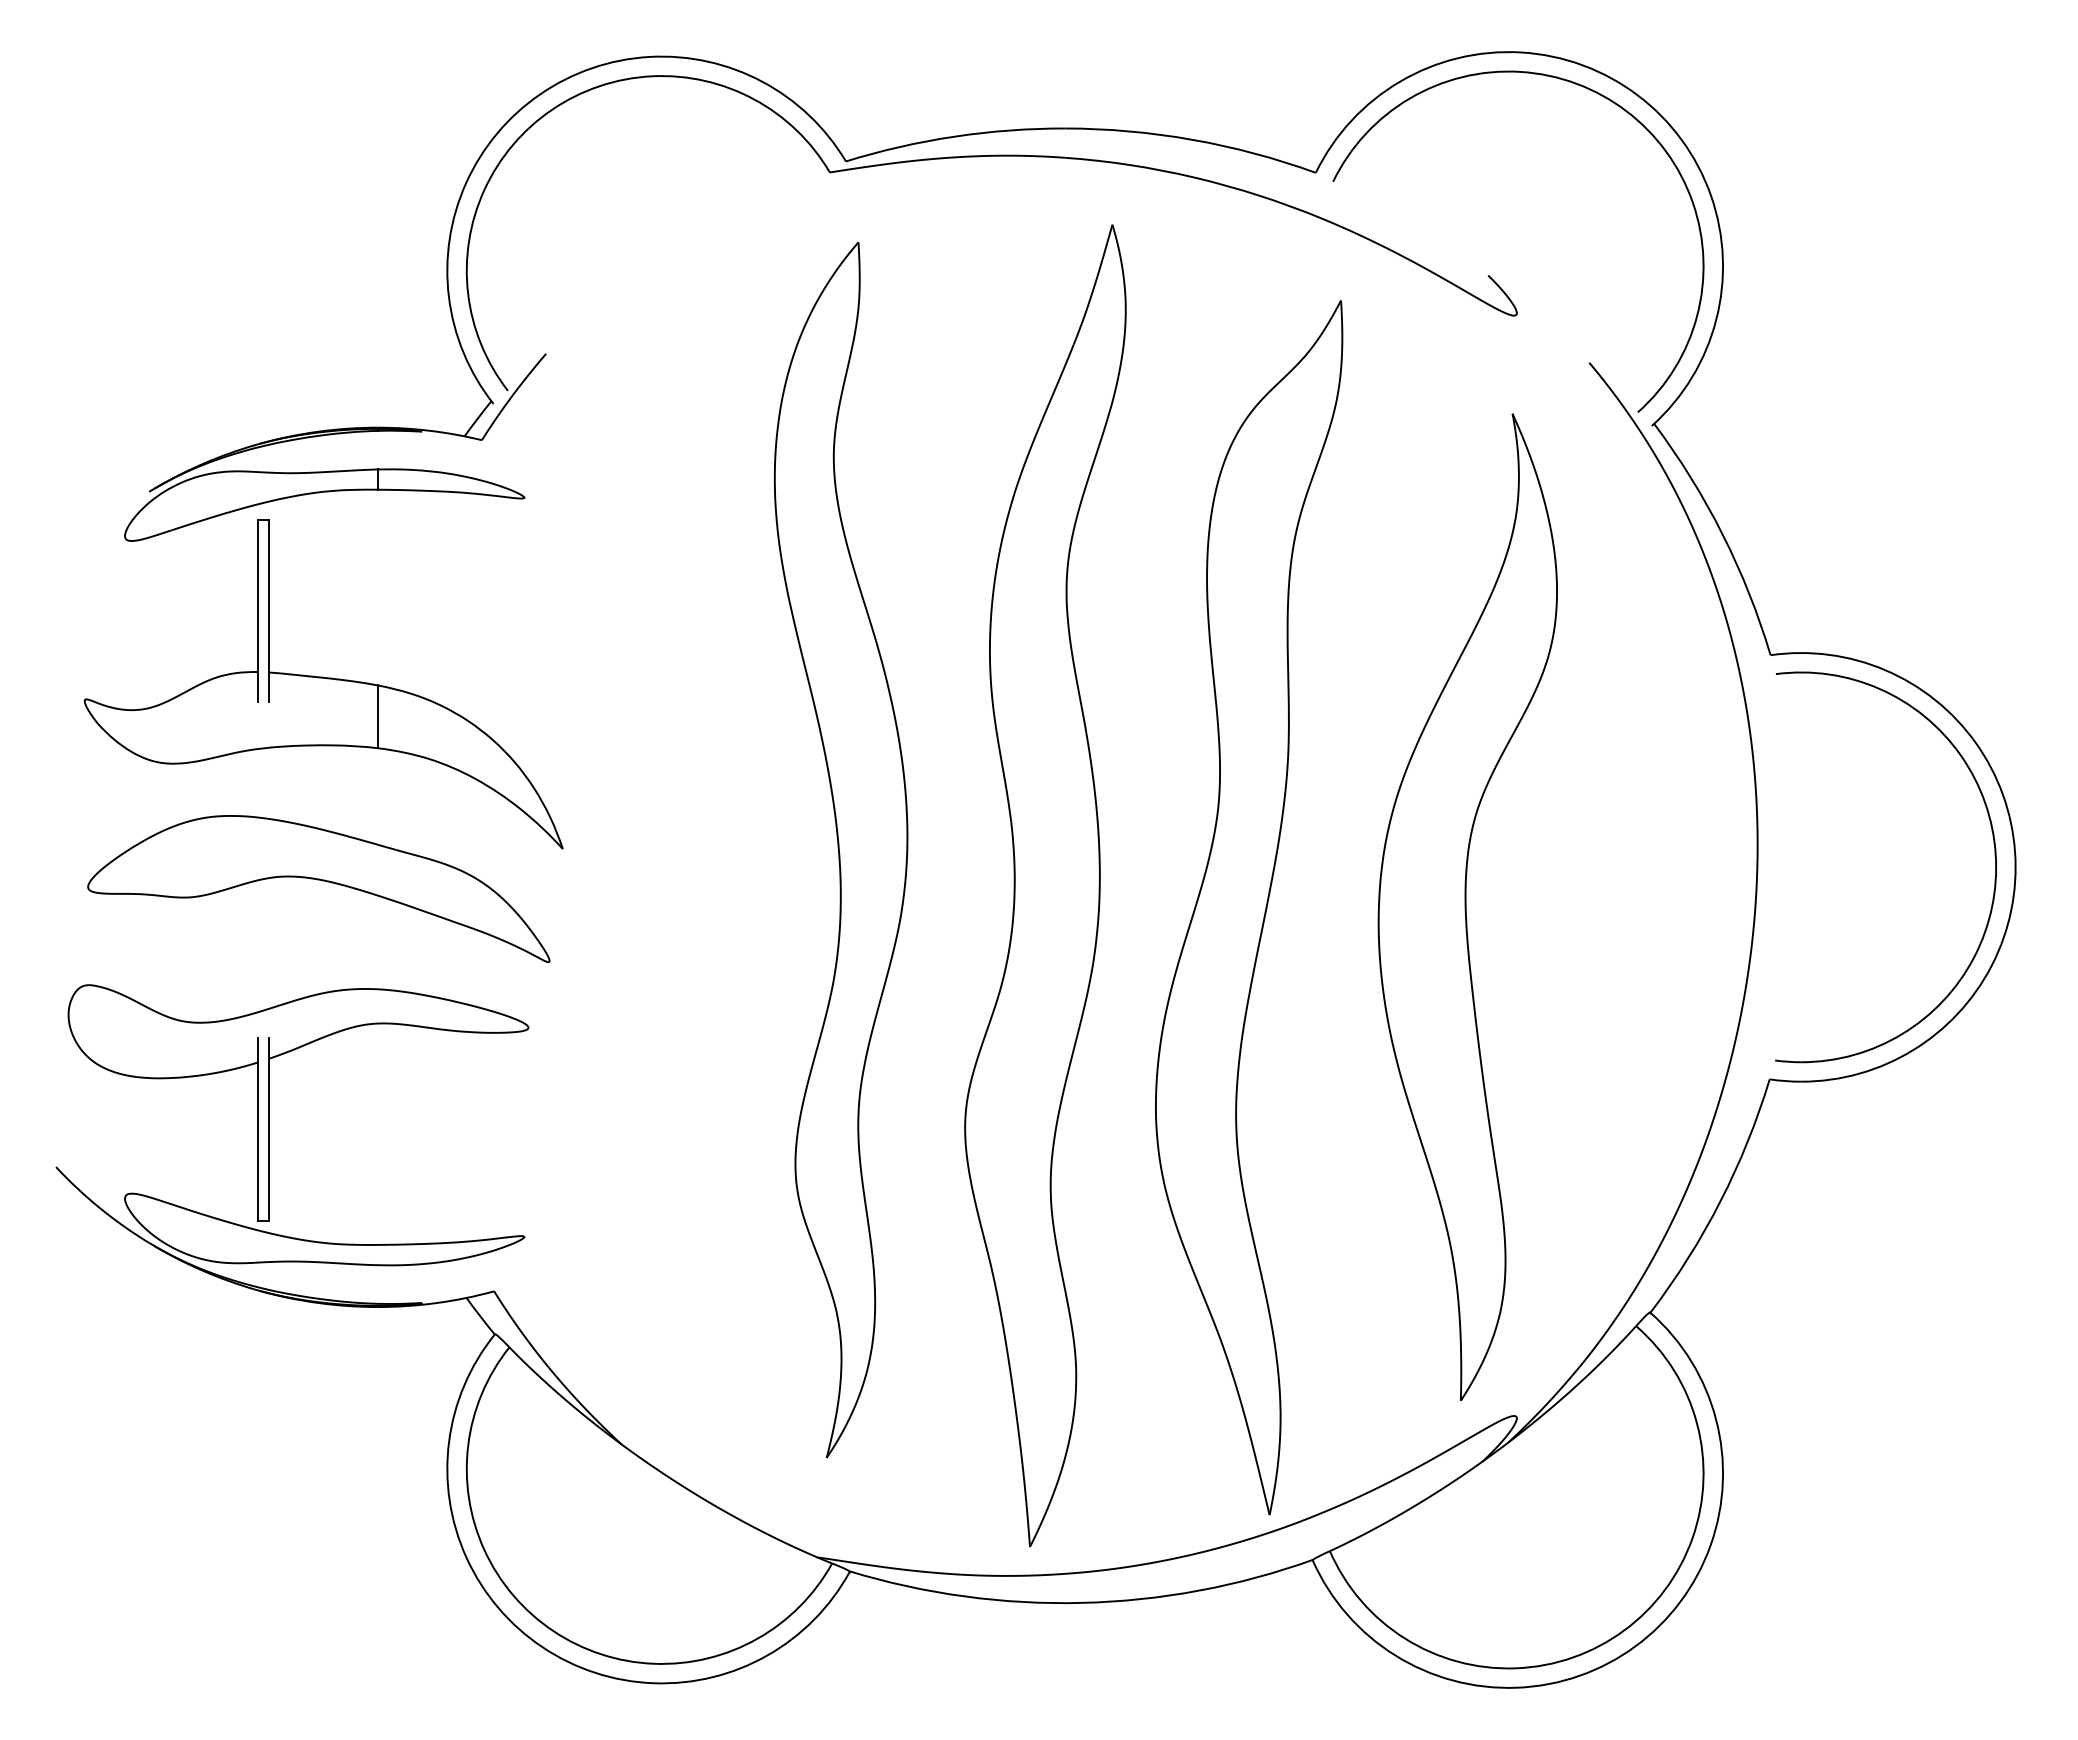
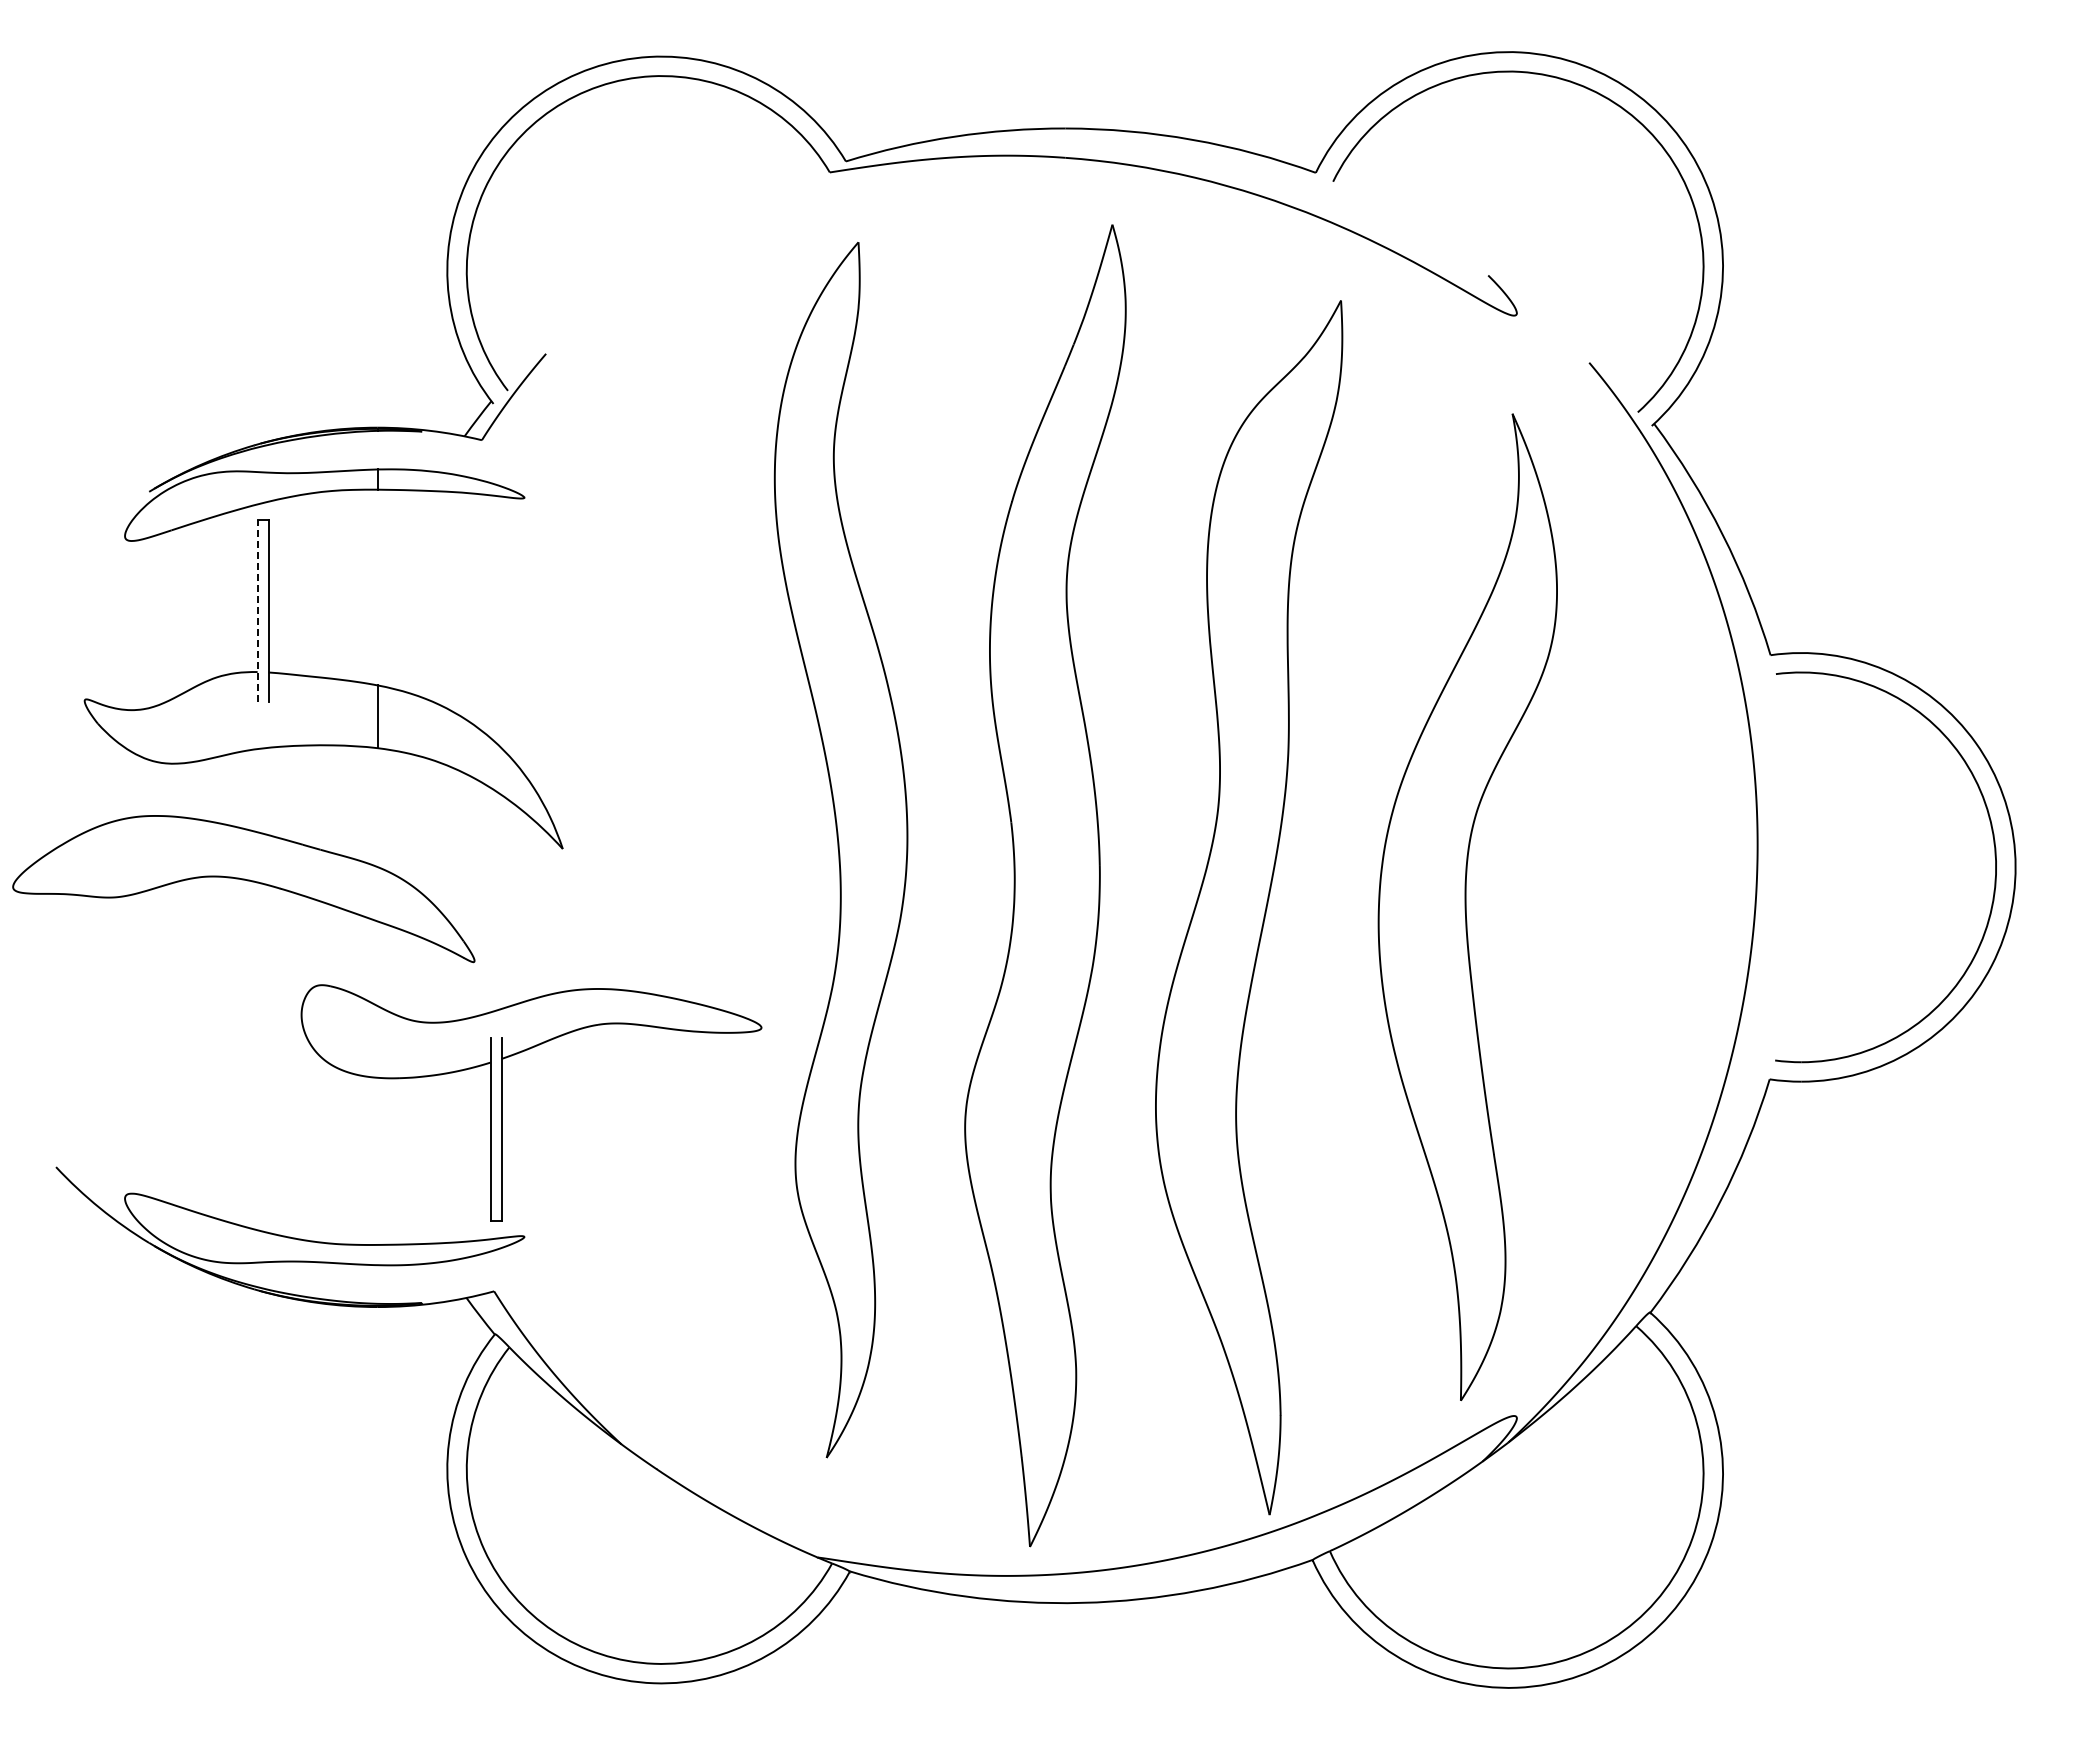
line at (257, 610): solid -> dashed
part at (322, 881) position: (322, 881) -> (247, 881)
part at (269, 1102) position: (269, 1102) -> (502, 1102)
